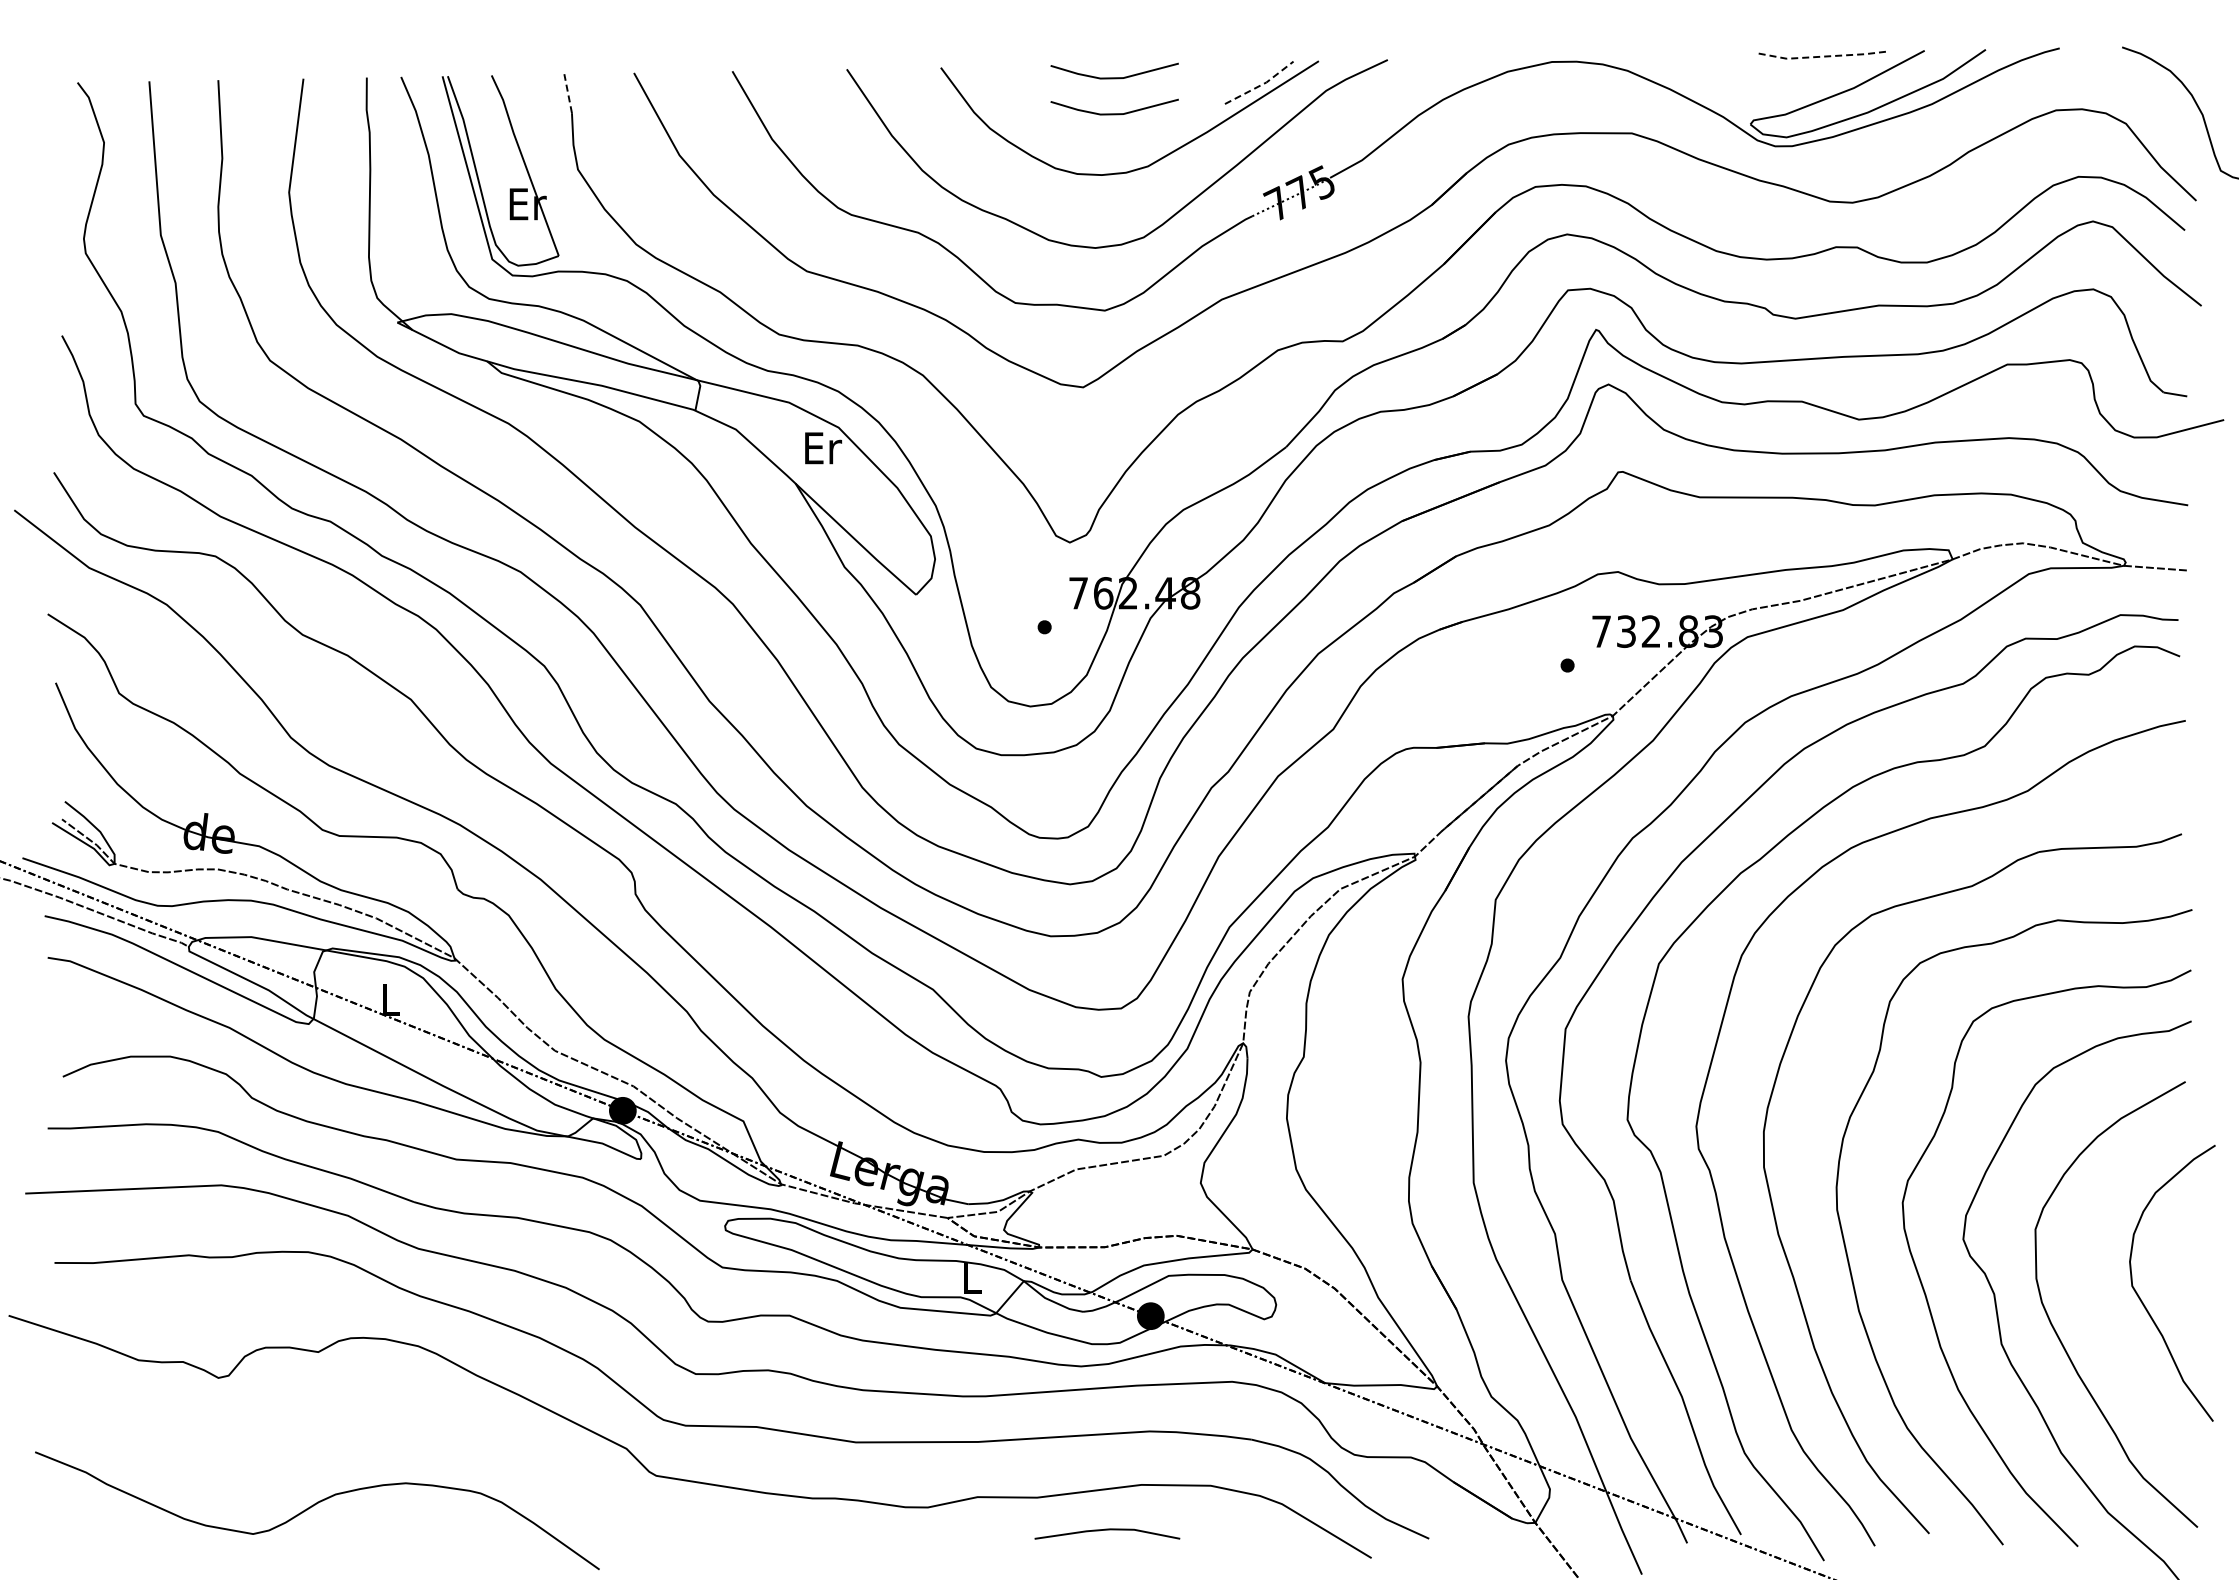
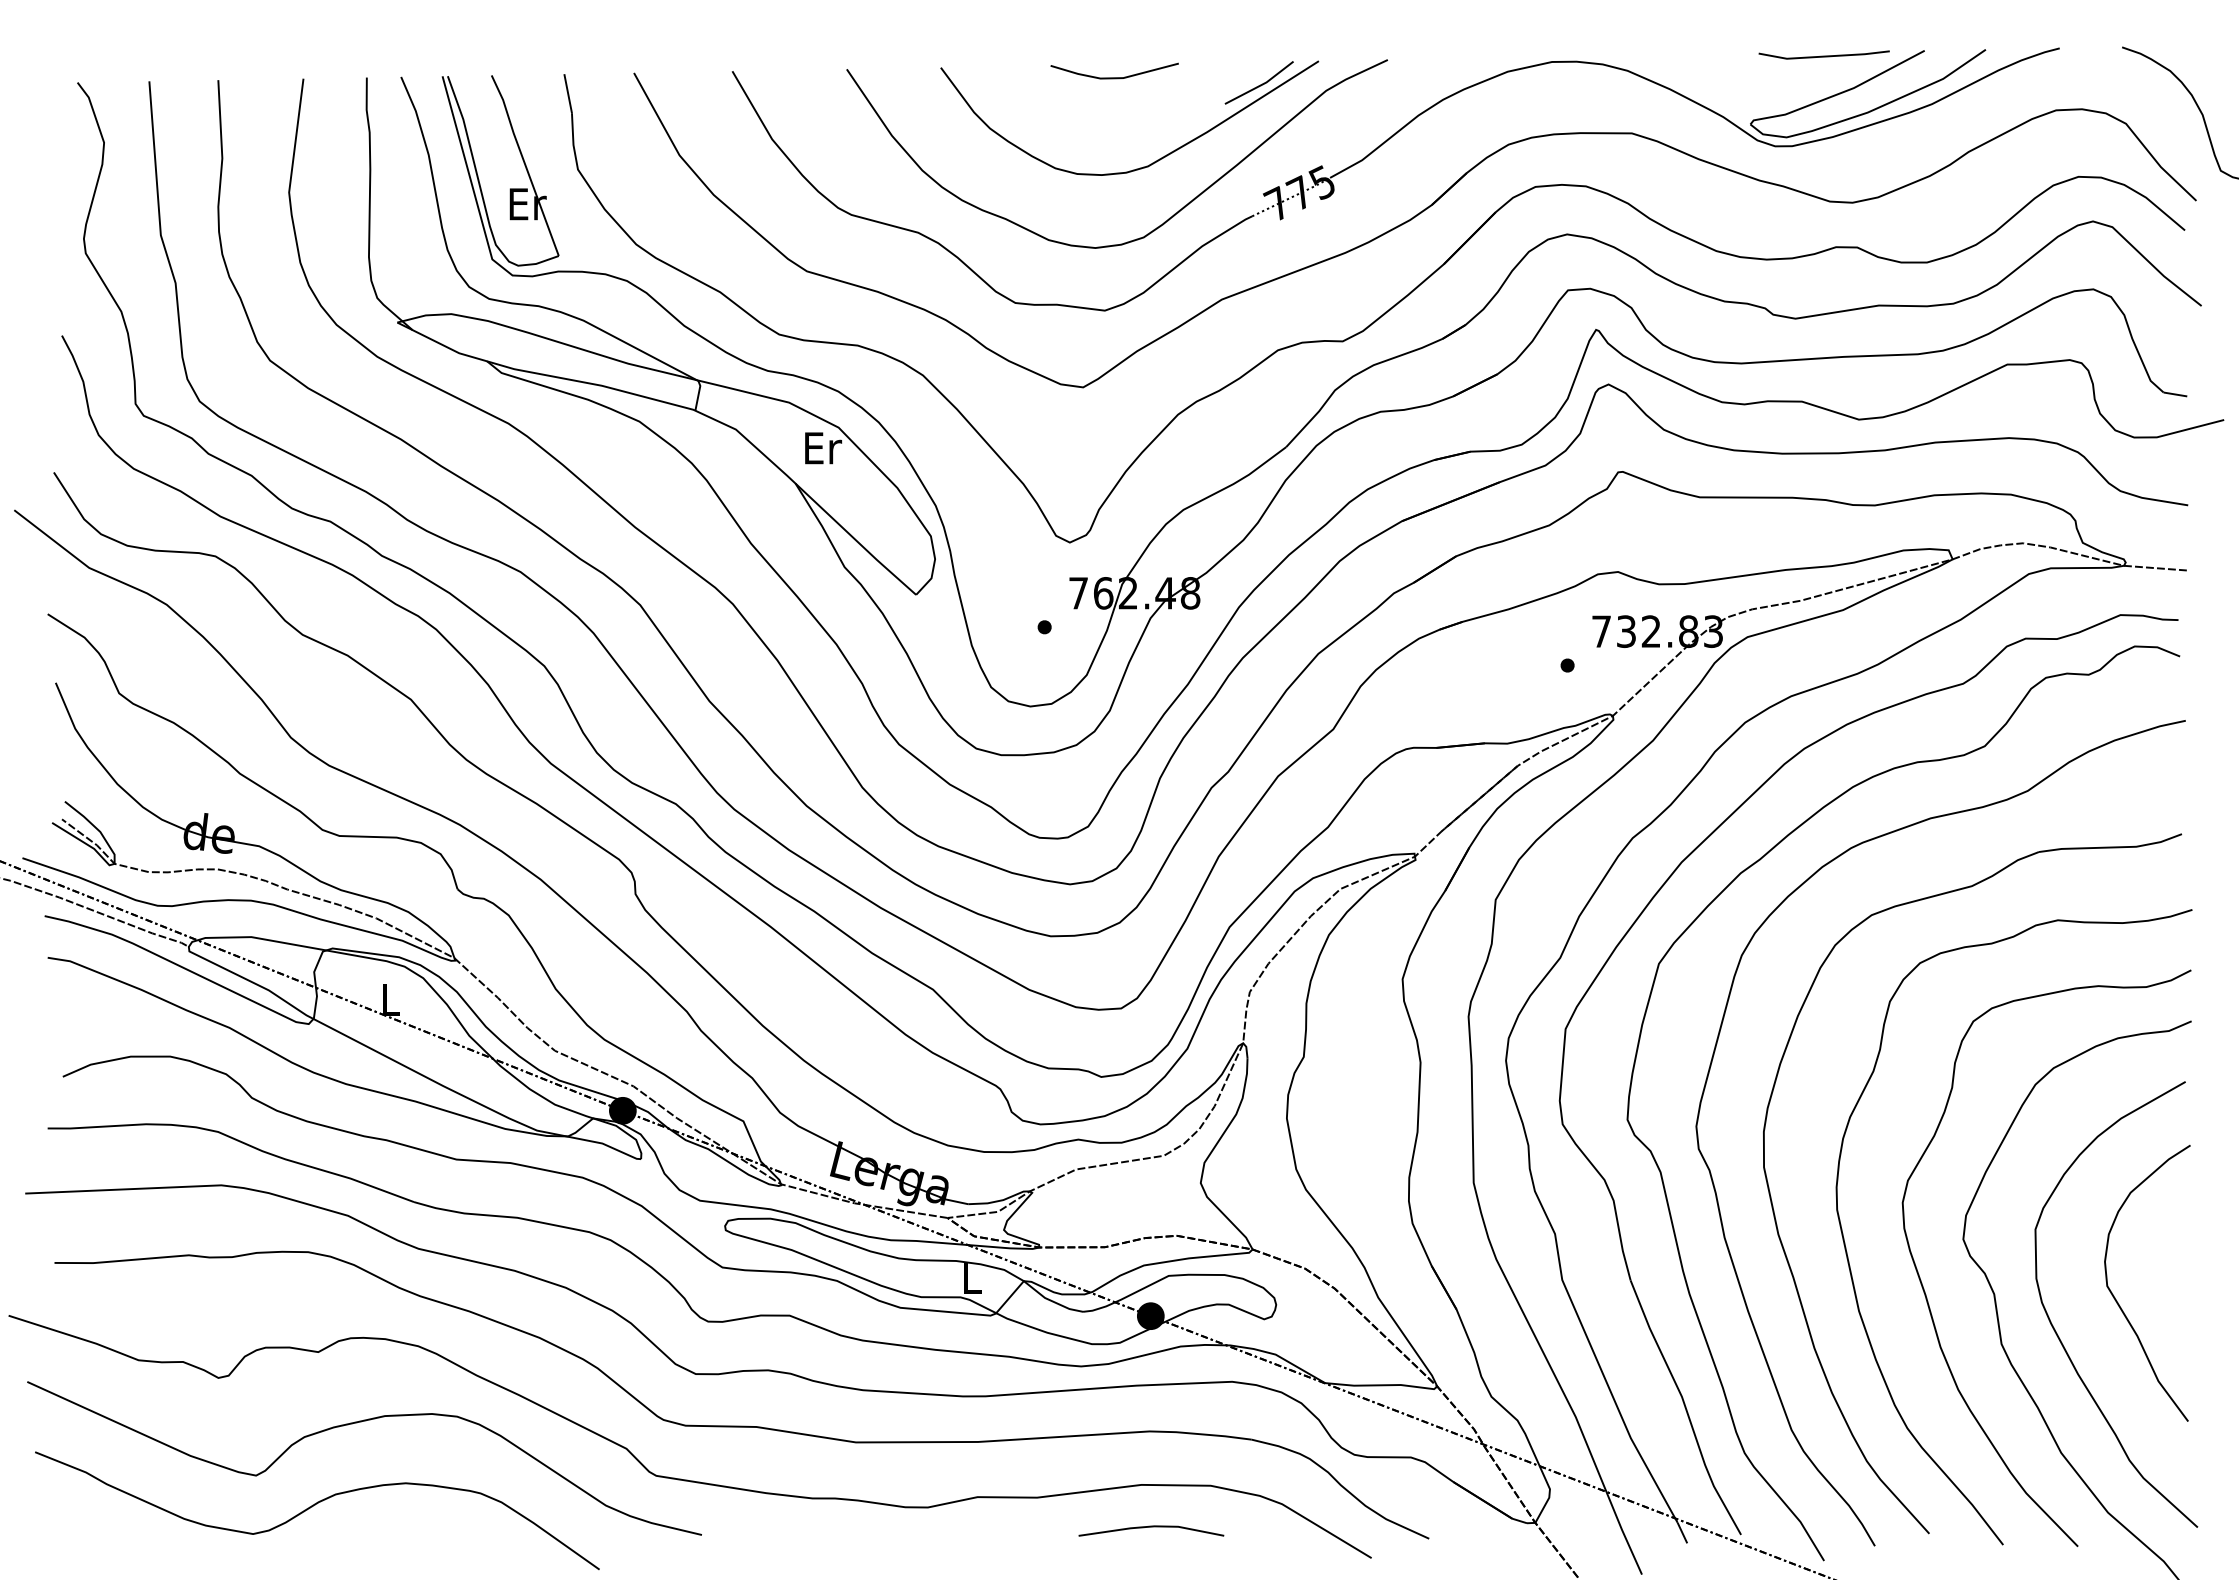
line at (1824, 56): dashed -> solid
line at (1262, 84): dashed -> solid
line at (568, 93): dashed -> solid
line at (1114, 113): present -> none
curve at (2143, 1302) position: (2143, 1302) -> (2118, 1302)
curve at (357, 1423): none -> present
line at (1107, 1530) position: (1107, 1530) -> (1151, 1527)
